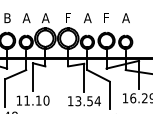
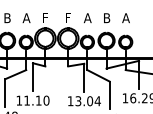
text at (45, 18): A -> F
text at (107, 18): F -> B
text at (90, 101): 13.54 -> 13.04
